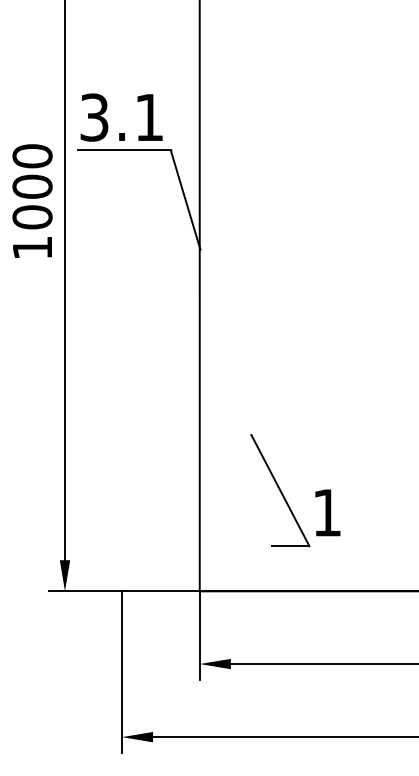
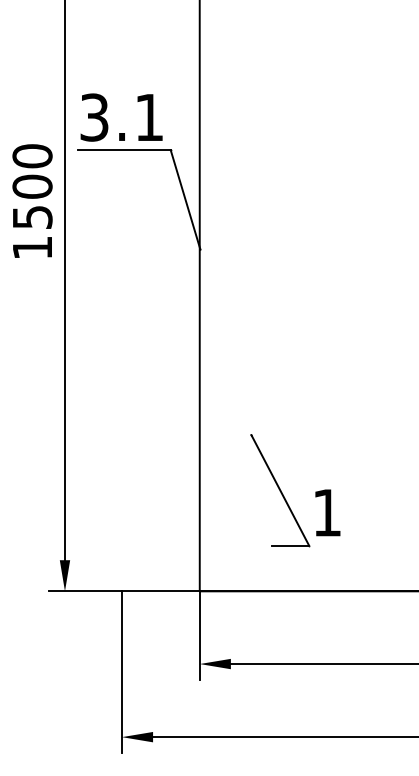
text at (32, 217): 1000 -> 1500
